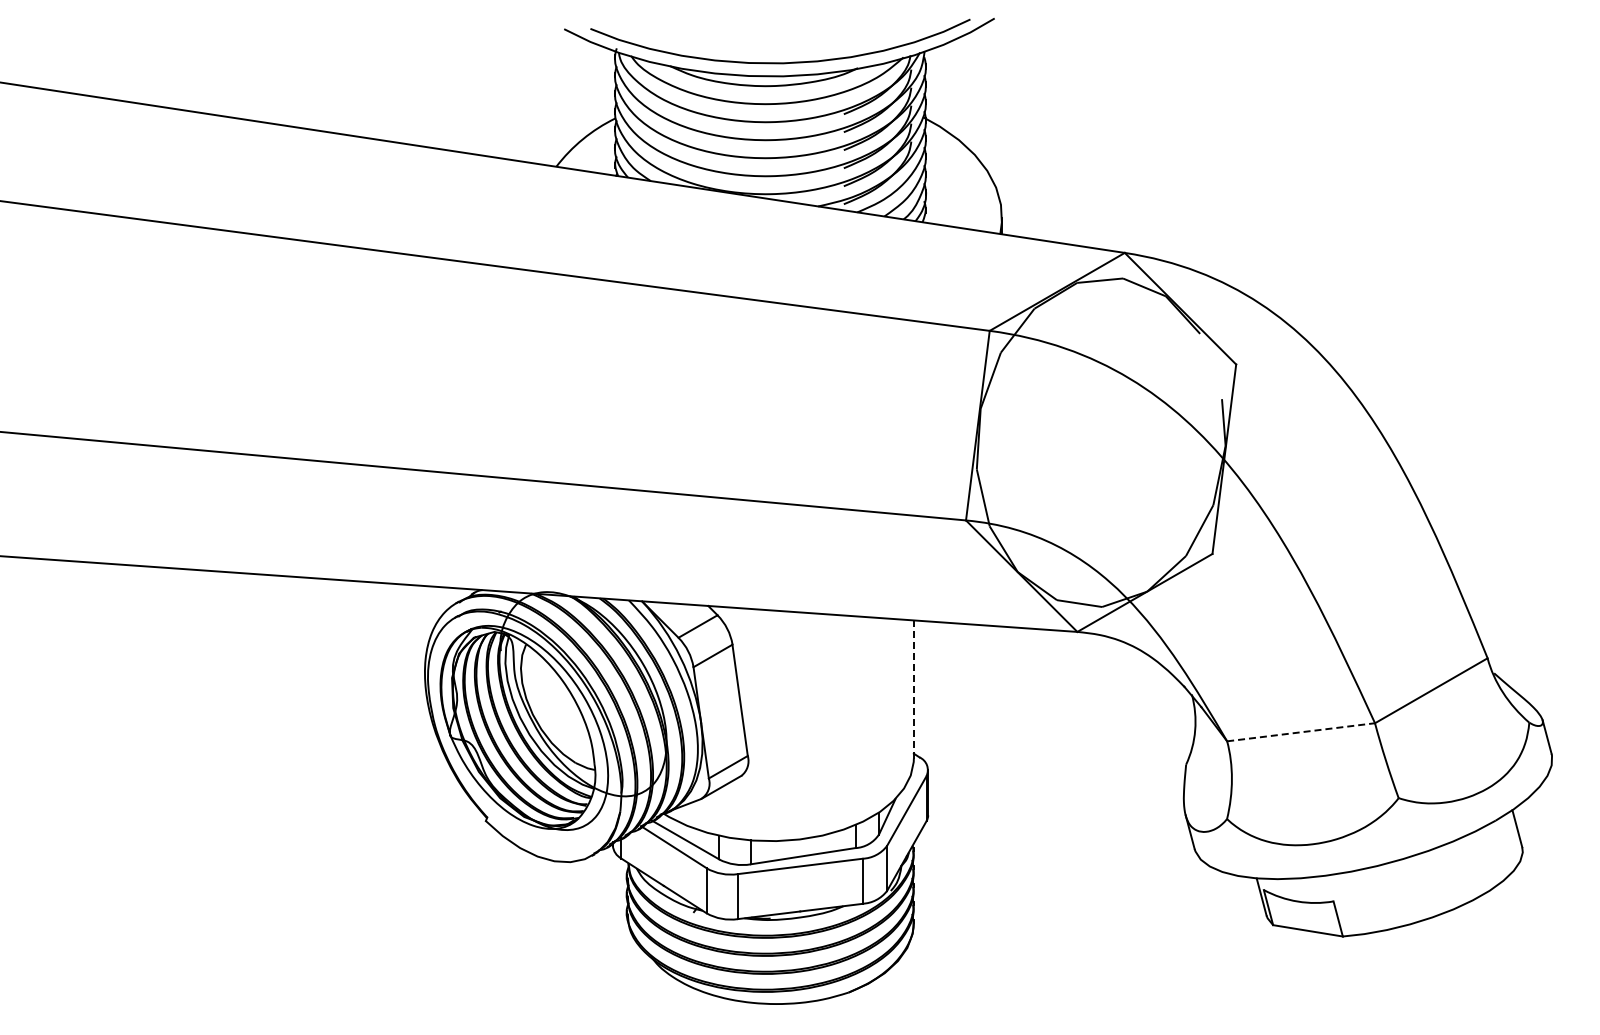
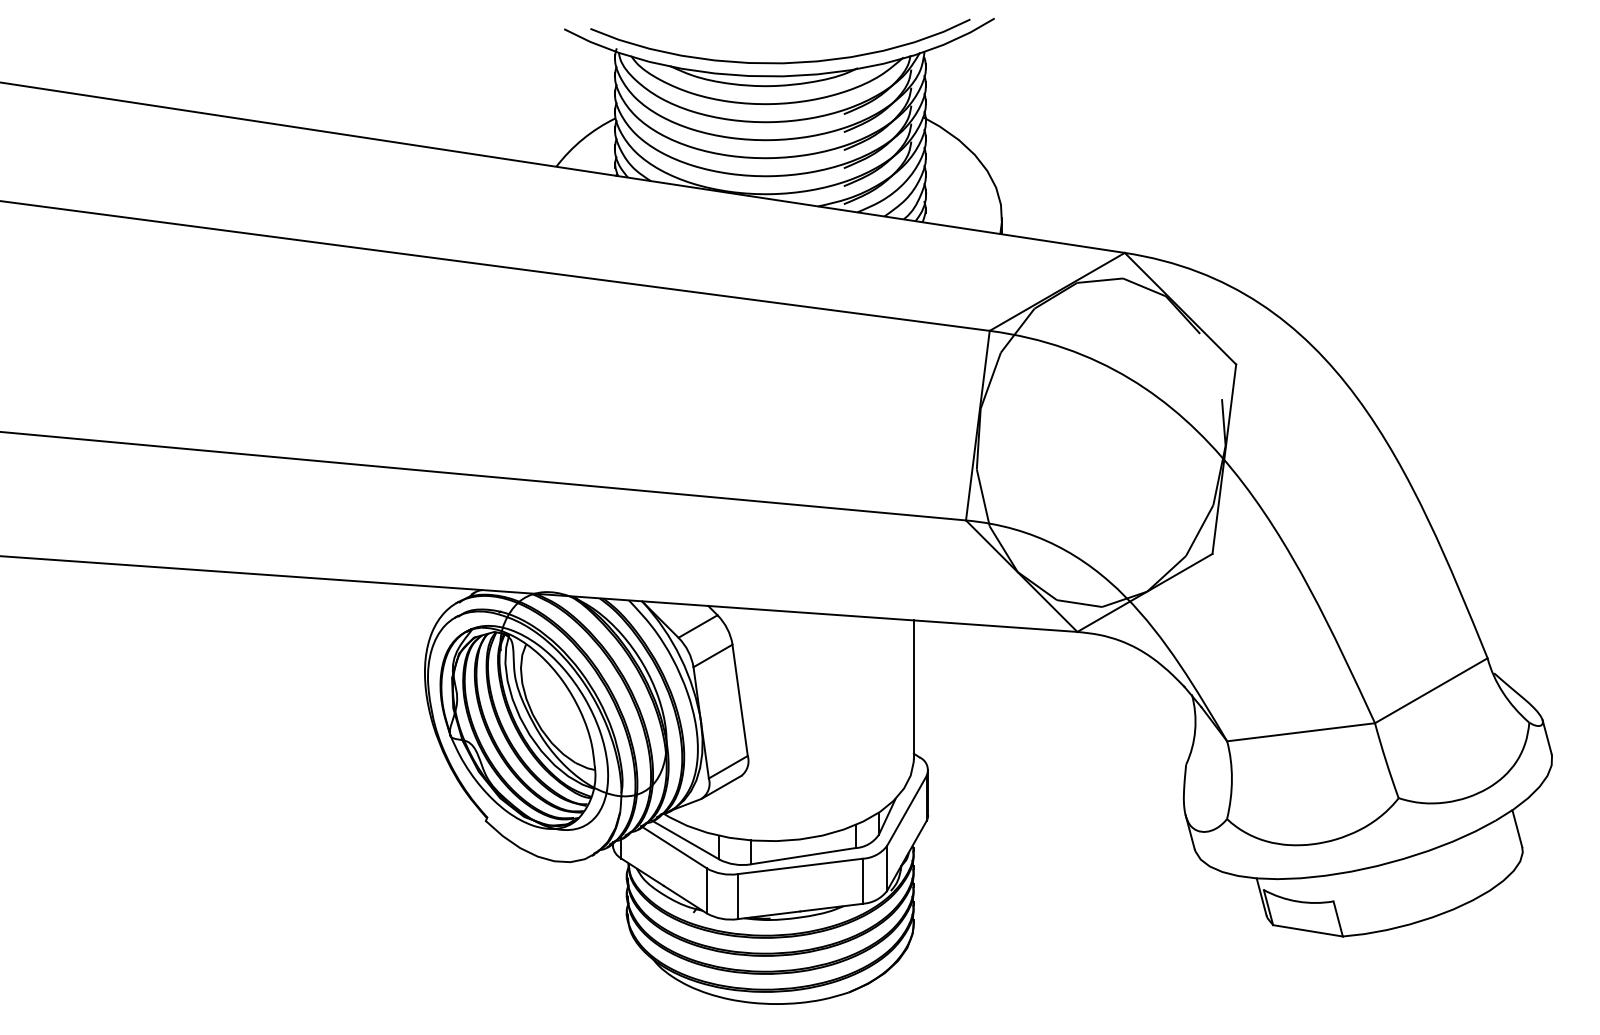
line at (913, 689): dashed -> solid
line at (1301, 732): dashed -> solid
